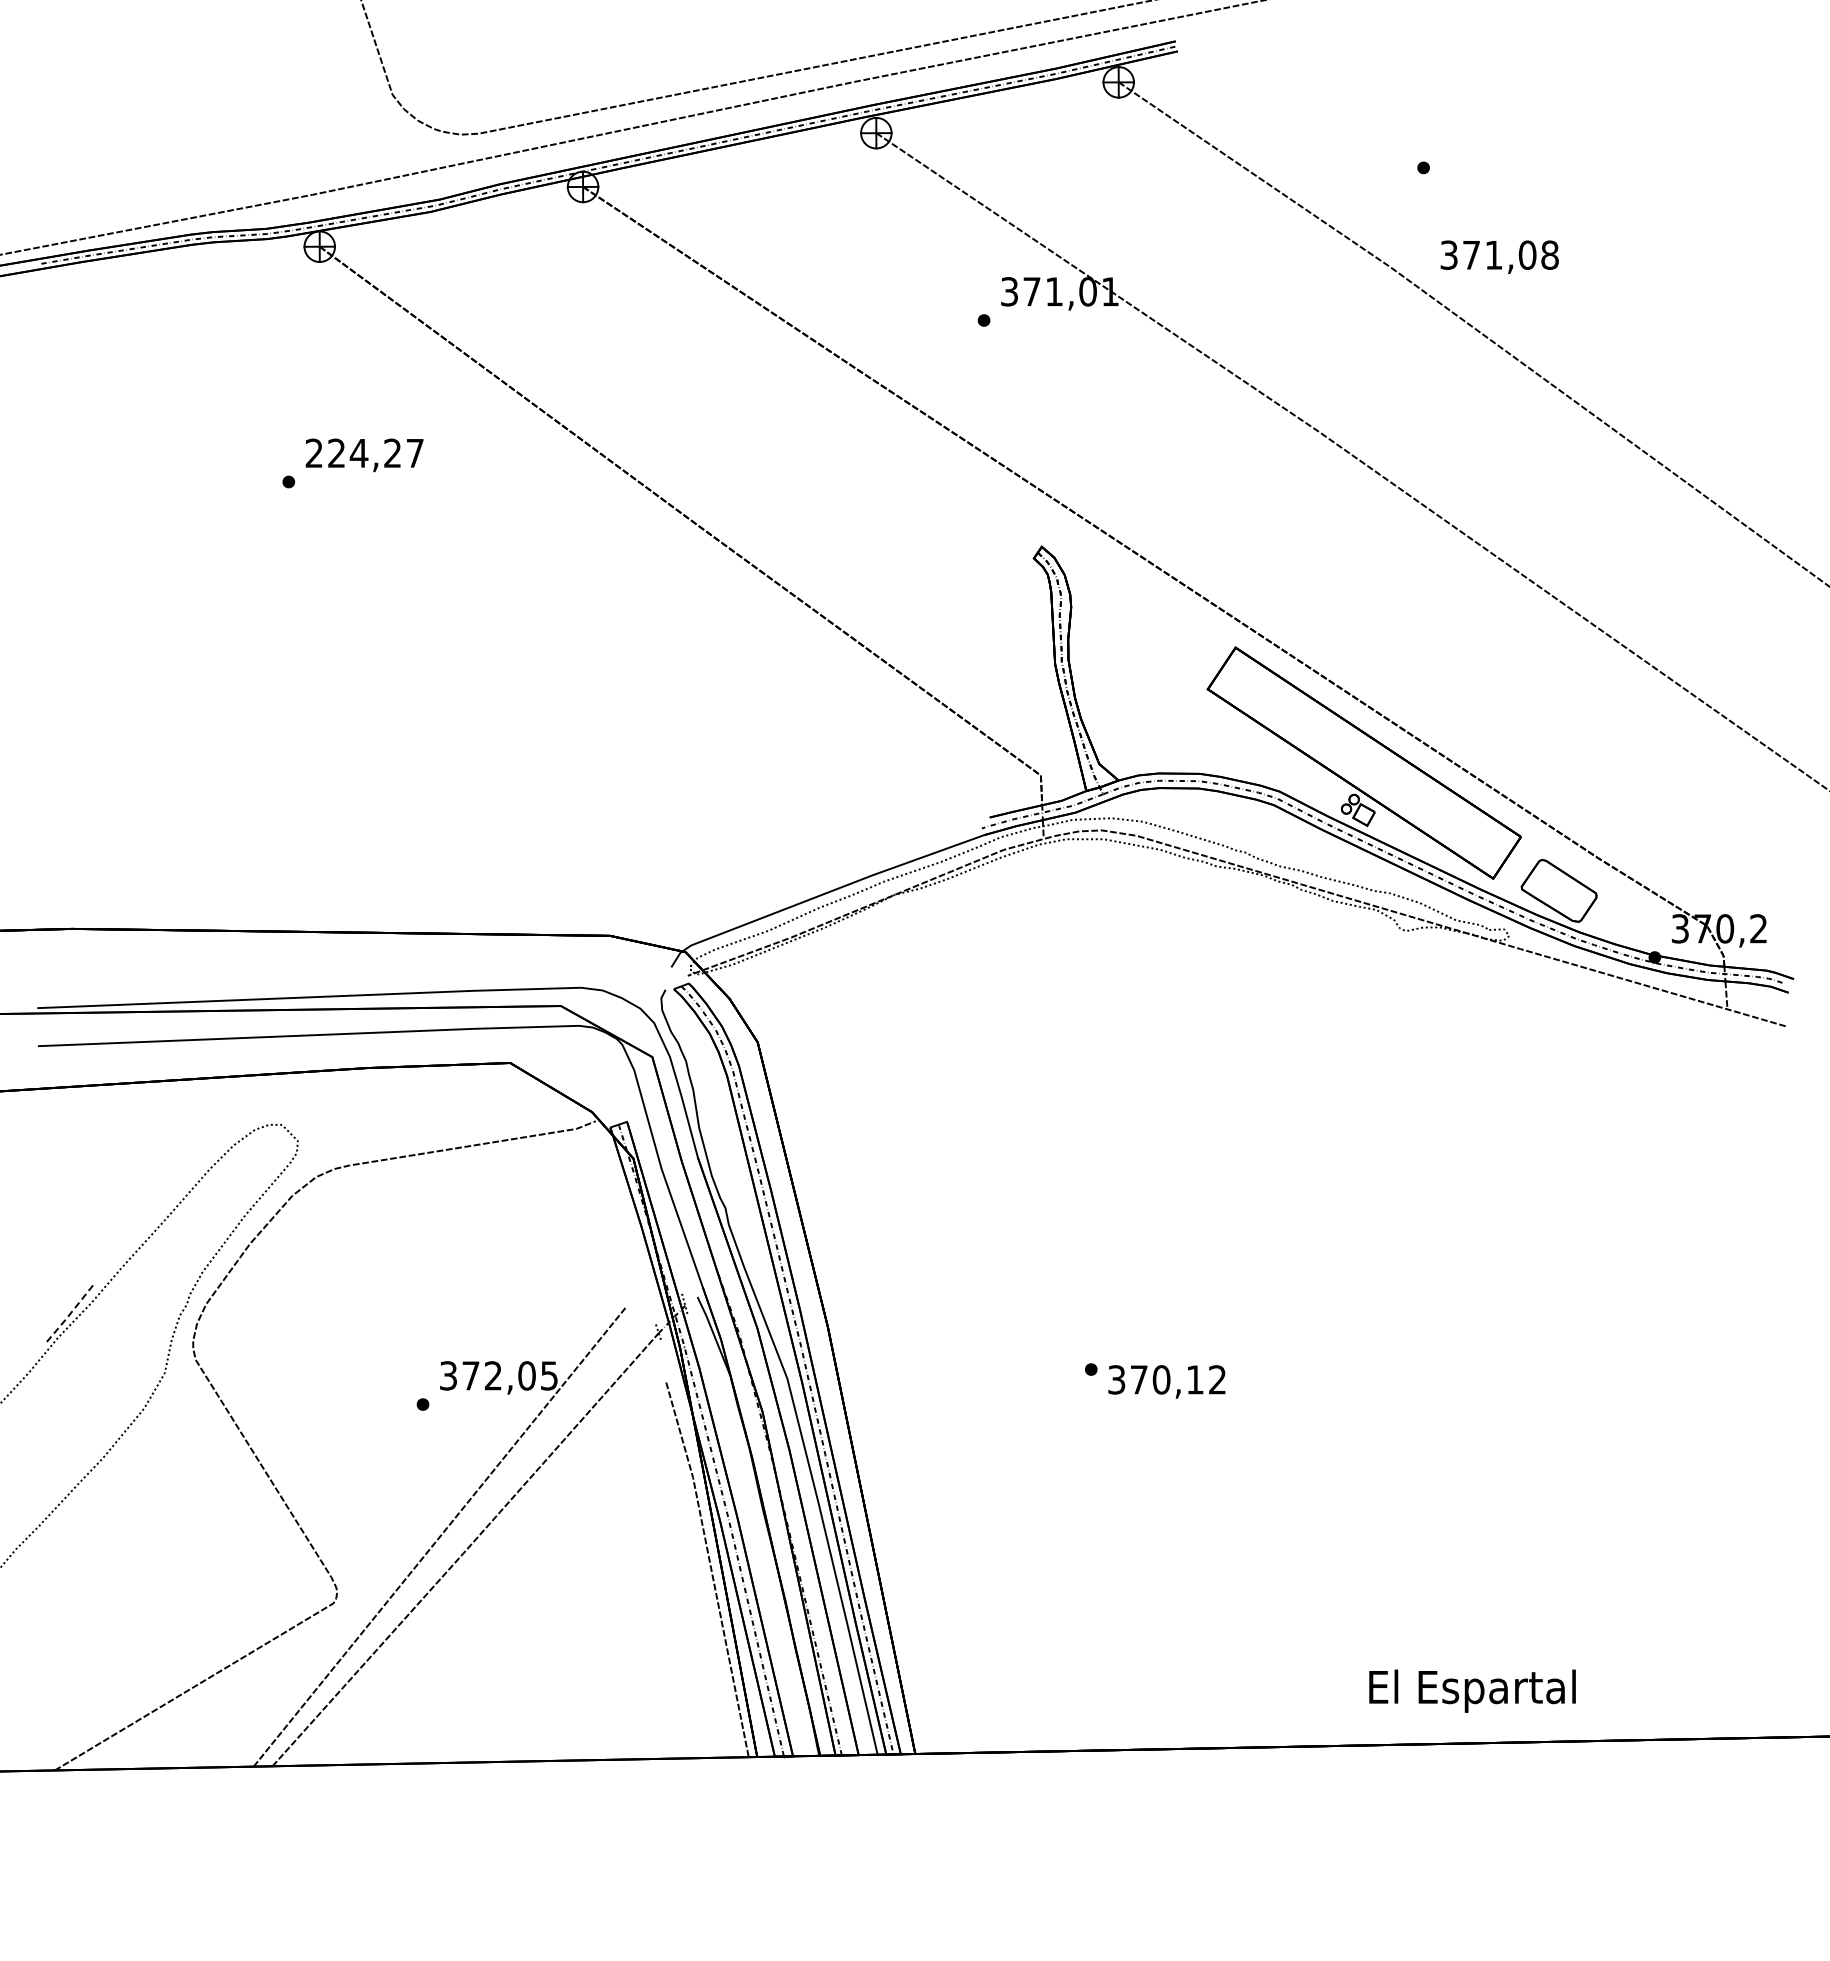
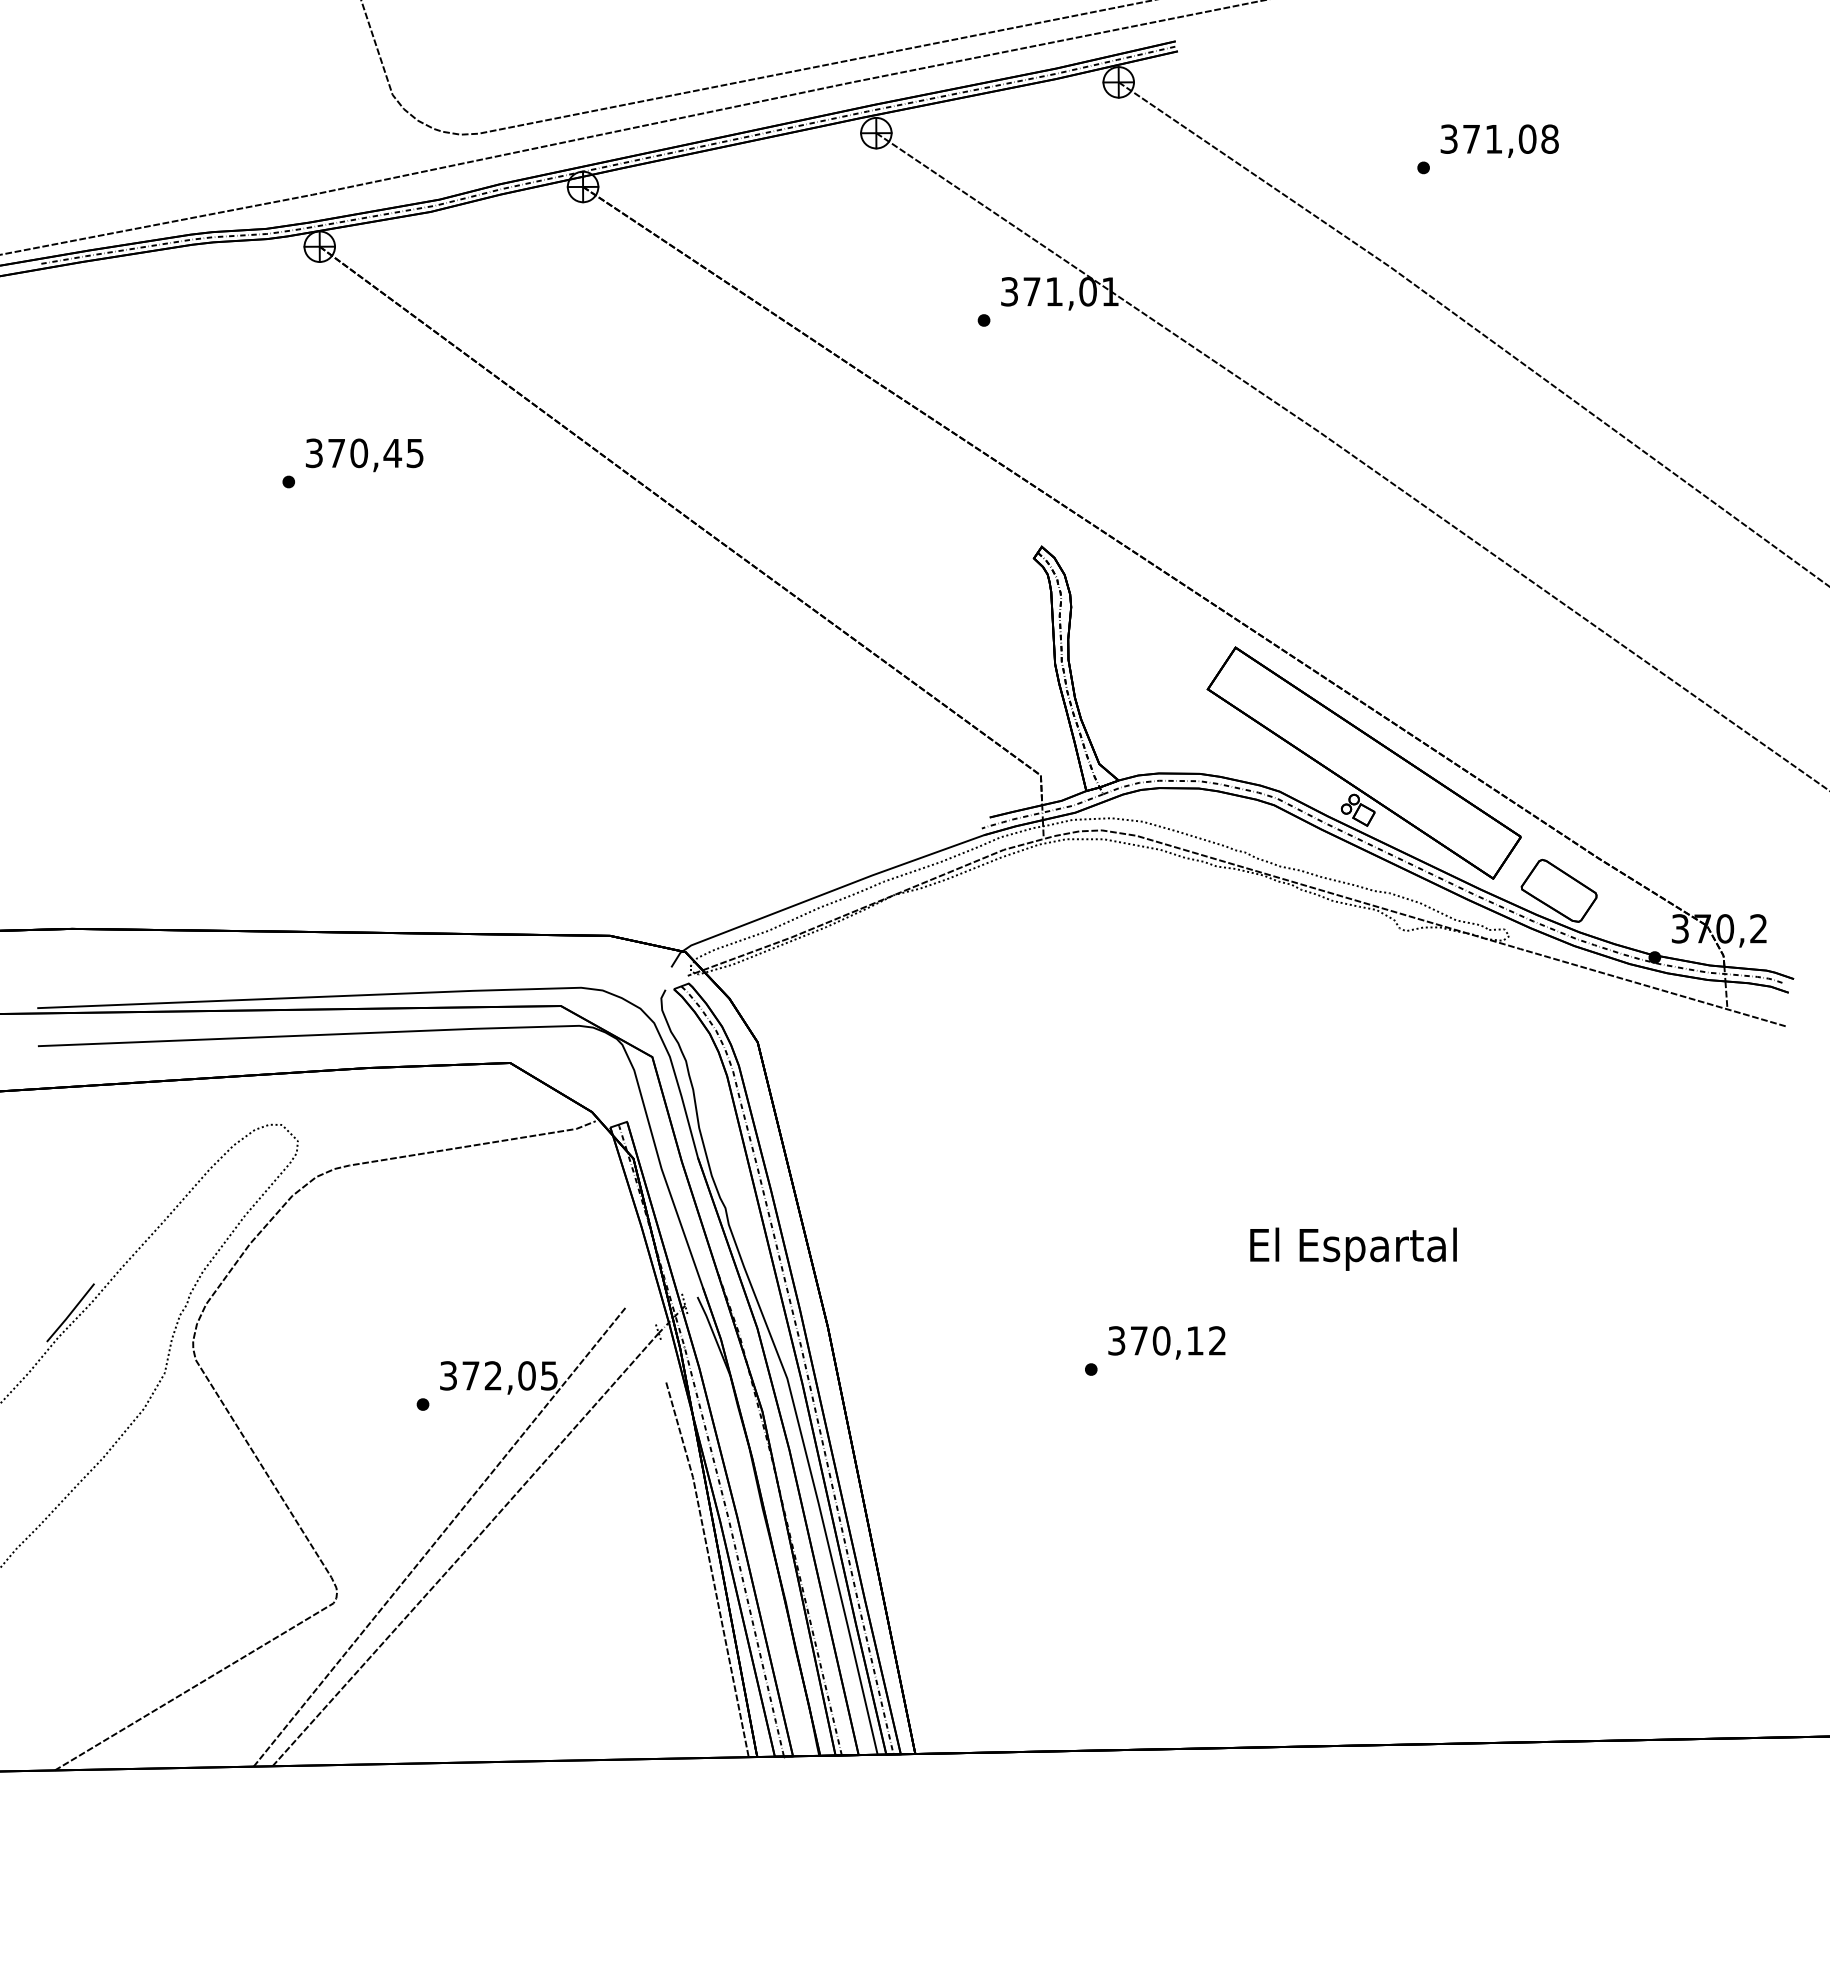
text at (1499, 256) position: (1499, 256) -> (1499, 140)
text at (364, 453): 224,27 -> 370,45
line at (70, 1313): dashed -> solid
text at (1166, 1381) position: (1166, 1381) -> (1166, 1342)
text at (1472, 1690) position: (1472, 1690) -> (1353, 1248)
